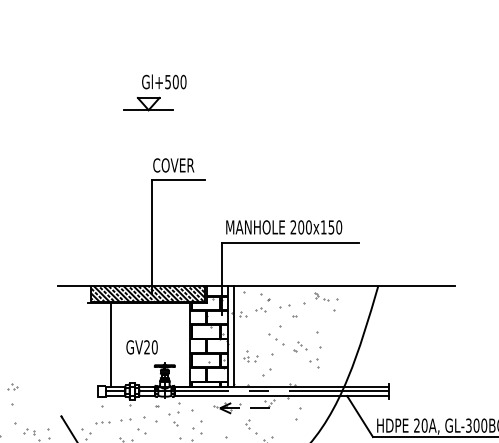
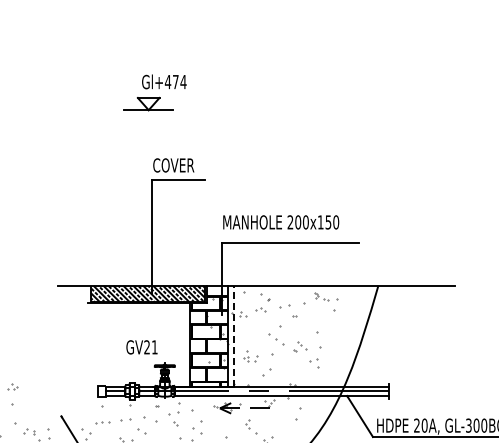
text at (175, 81): Gl+500 -> Gl+474
text at (284, 227) position: (284, 227) -> (281, 222)
line at (233, 335): solid -> dashed
line at (111, 344): present -> none
text at (154, 347): GV20 -> GV21
